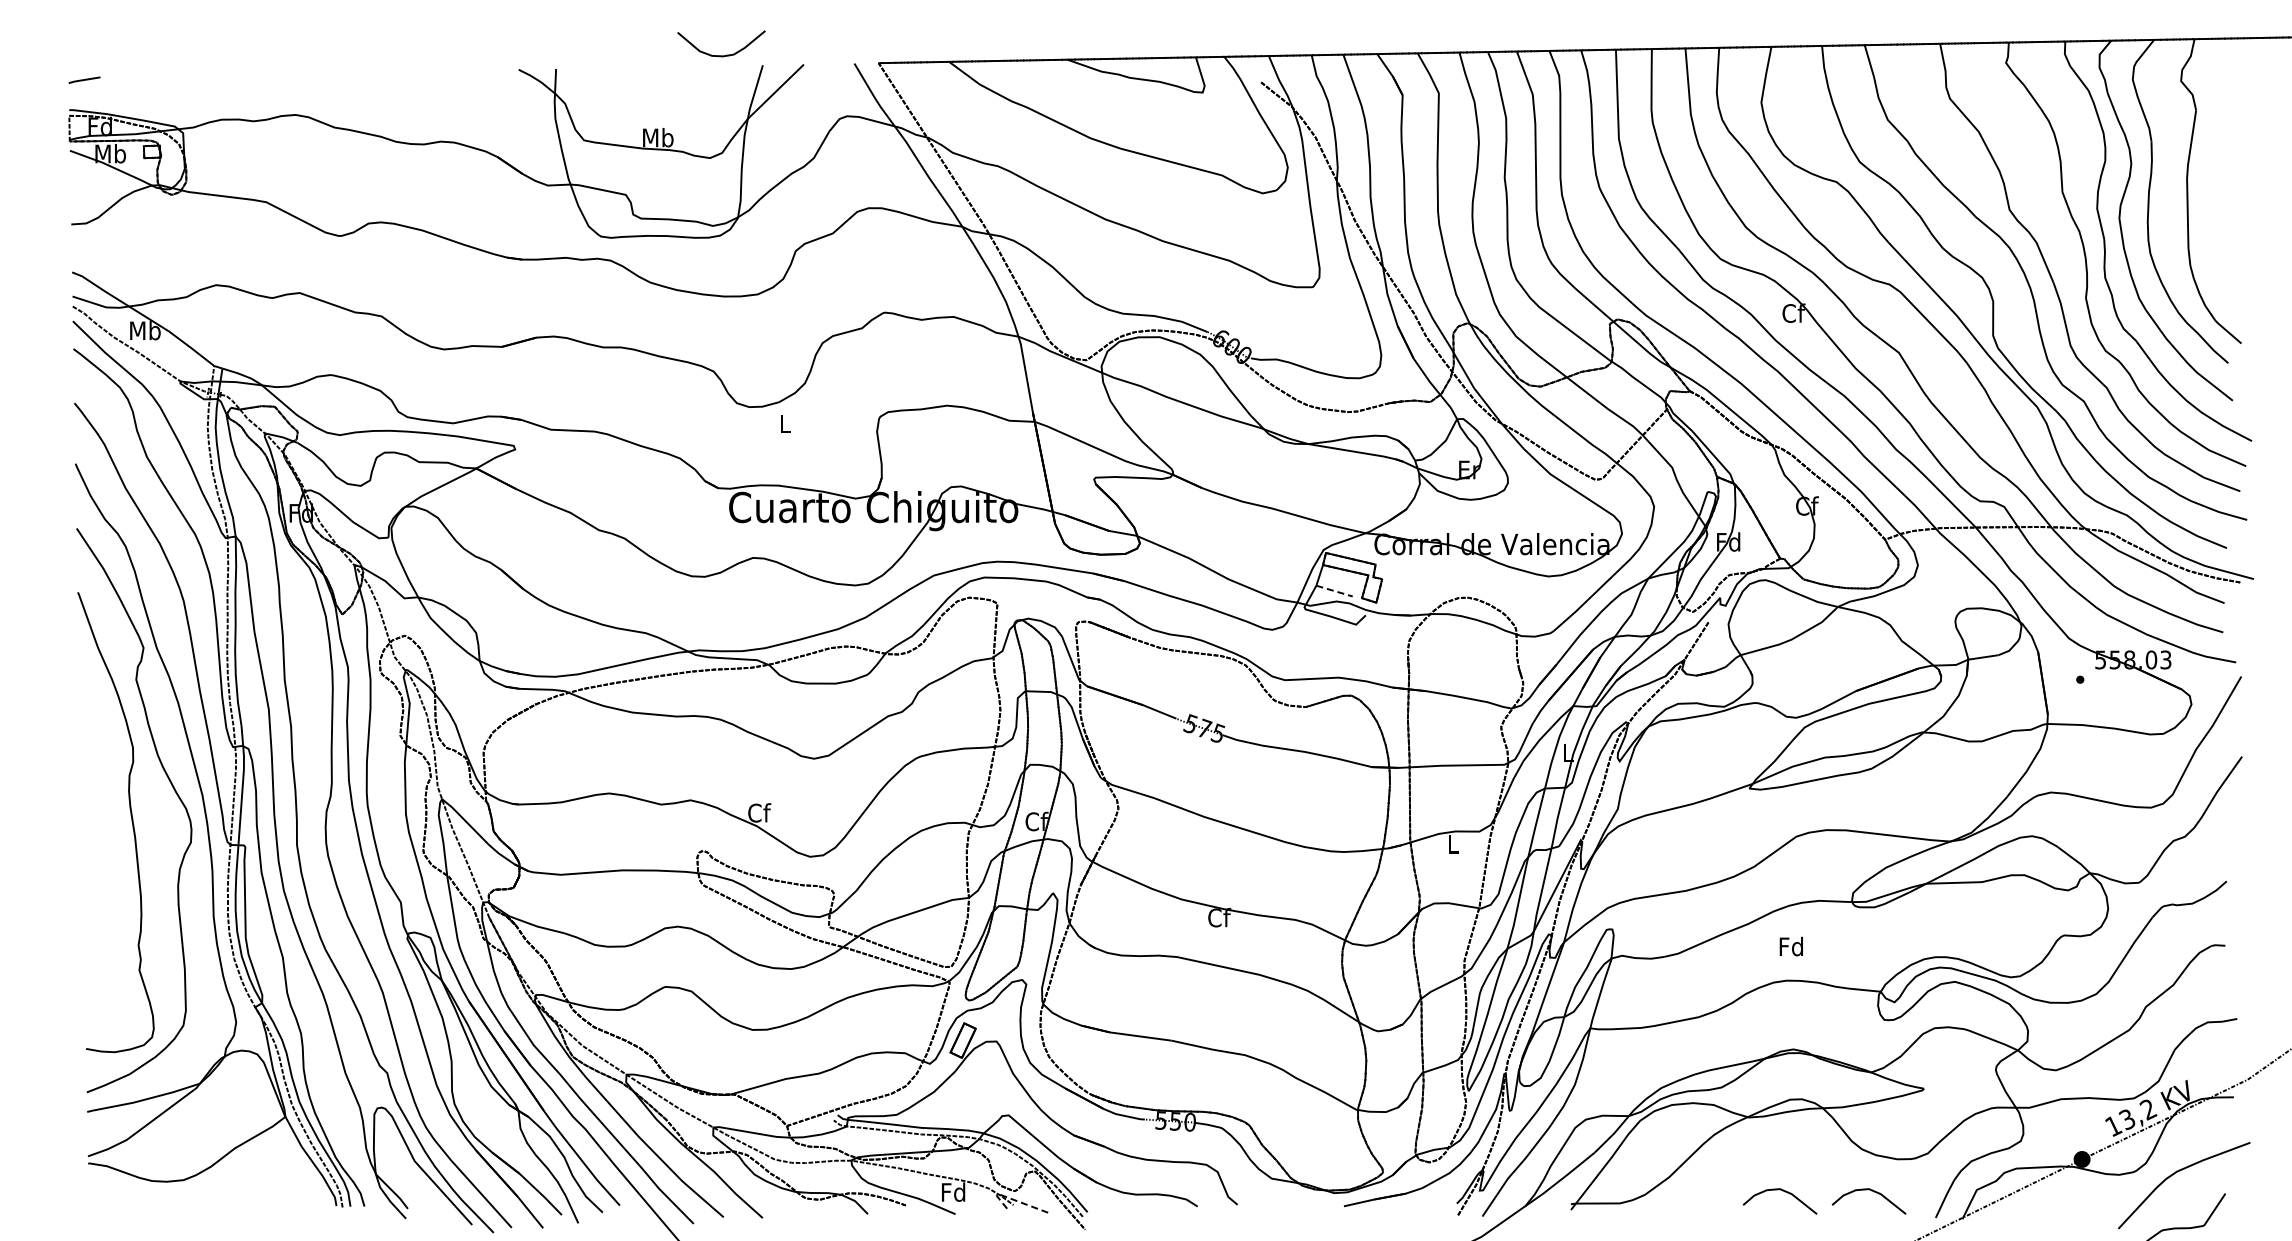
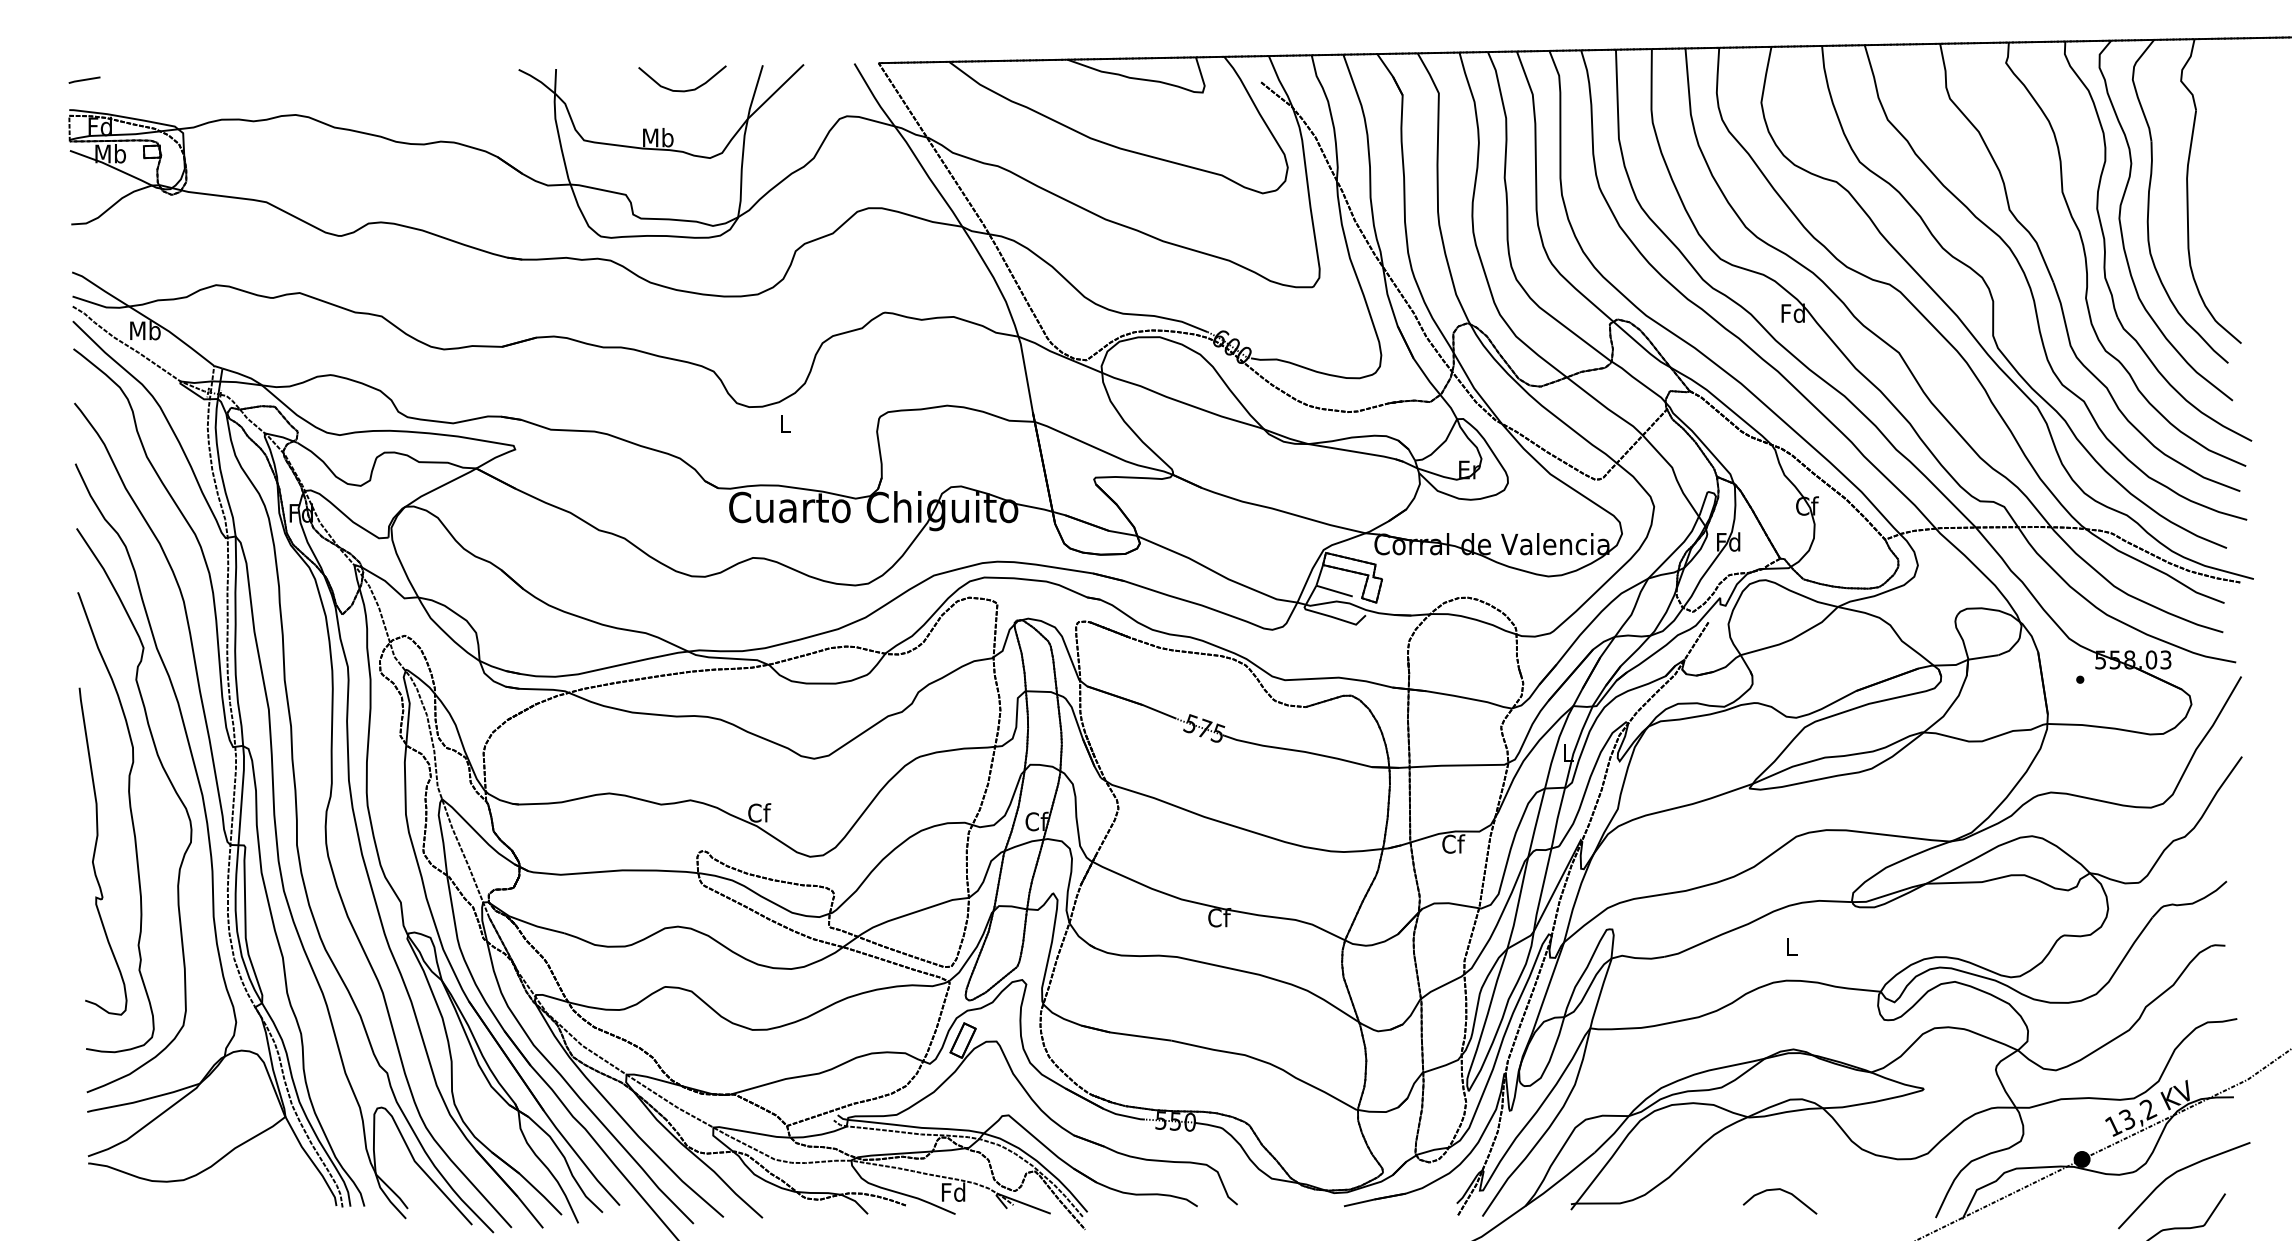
curve at (721, 55) position: (721, 55) -> (682, 90)
text at (1793, 312): Cf -> Fd
line at (1334, 591): dashed -> solid
text at (1453, 843): L -> Cf
curve at (96, 848): none -> present
text at (1790, 946): Fd -> L
curve at (1871, 1191): present -> none
line at (1014, 1200): dashed -> solid
